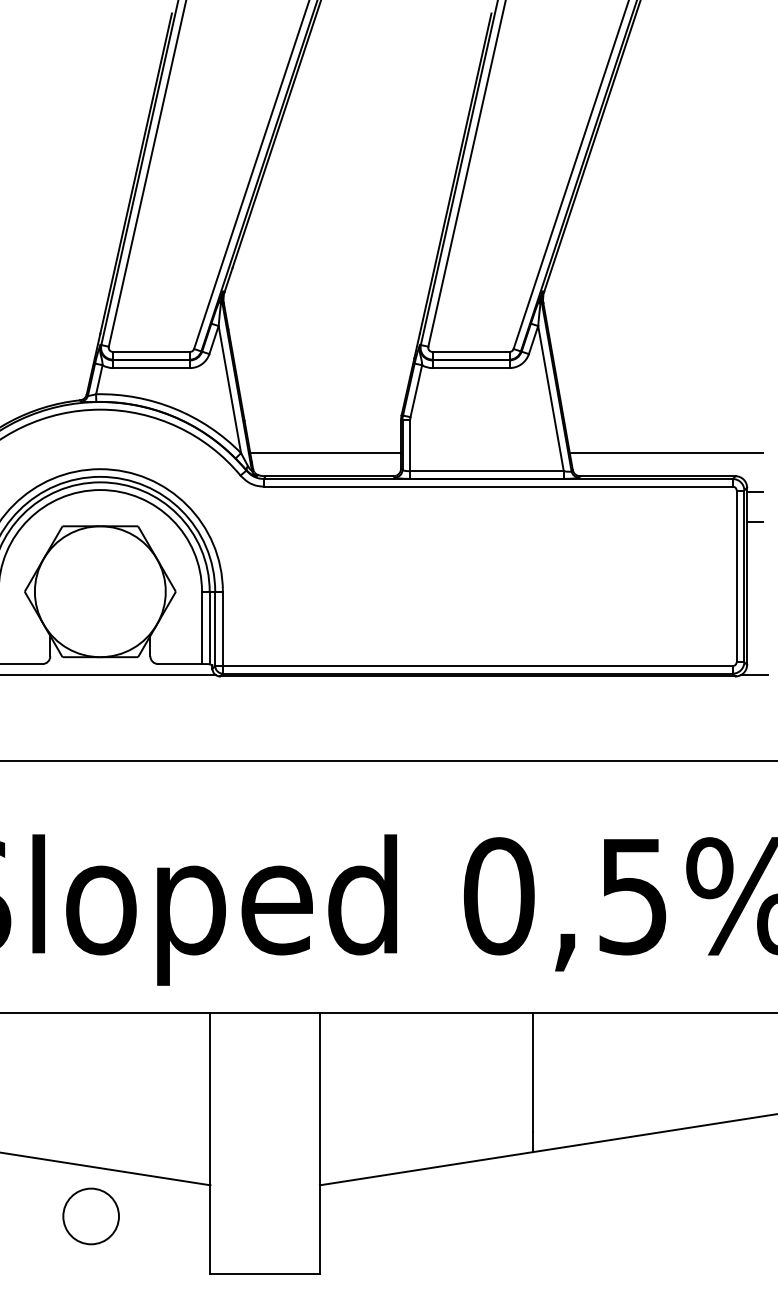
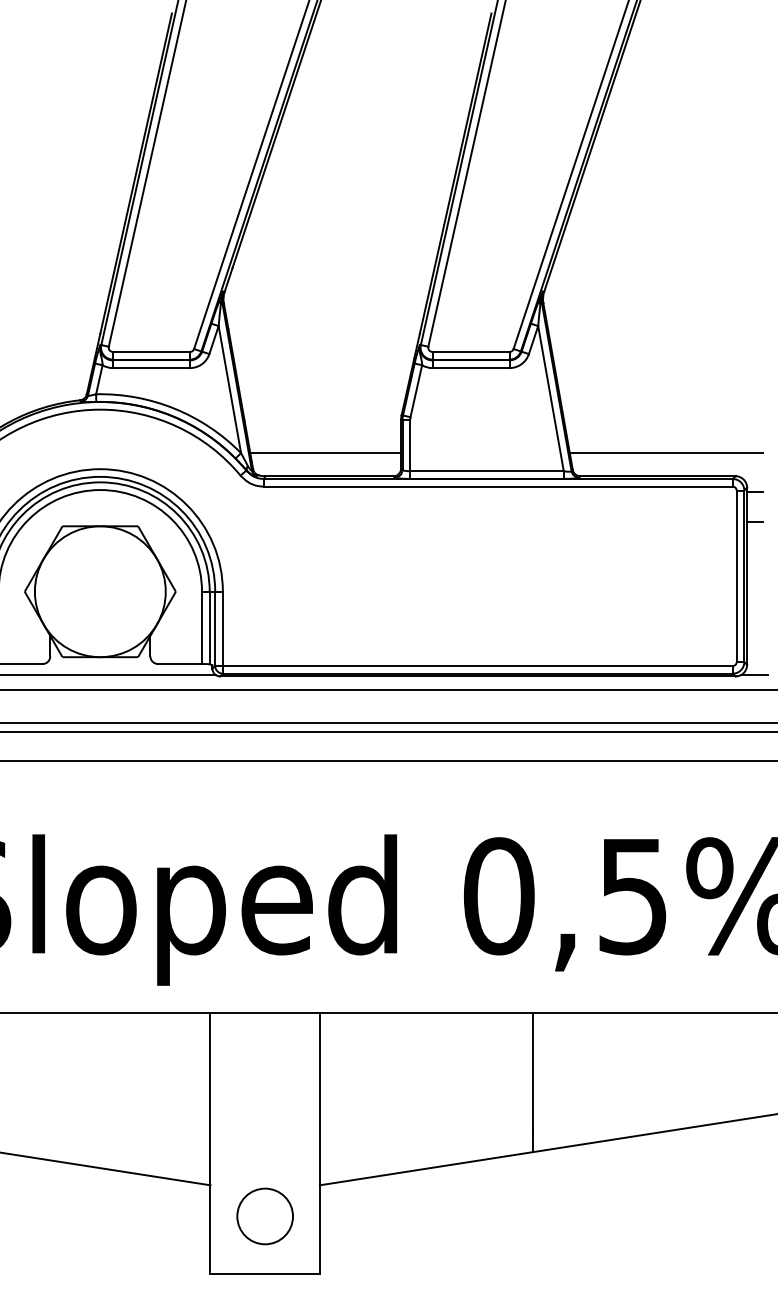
line at (388, 690): none -> present
line at (388, 722): none -> present
line at (388, 732): none -> present
circle at (90, 1216) position: (90, 1216) -> (264, 1216)
